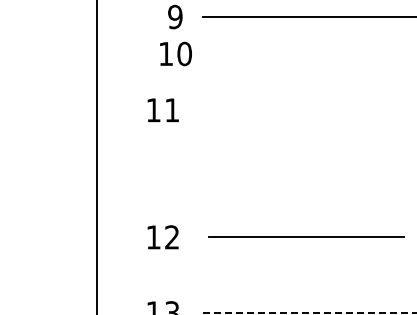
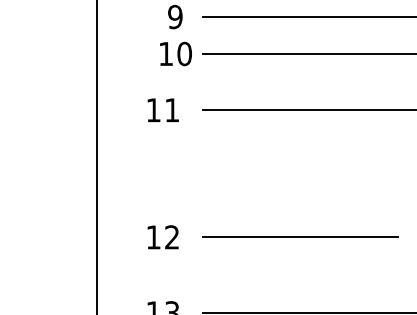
line at (307, 54): none -> present
line at (307, 110): none -> present
line at (306, 236) position: (306, 236) -> (300, 236)
line at (309, 313): dashed -> solid
